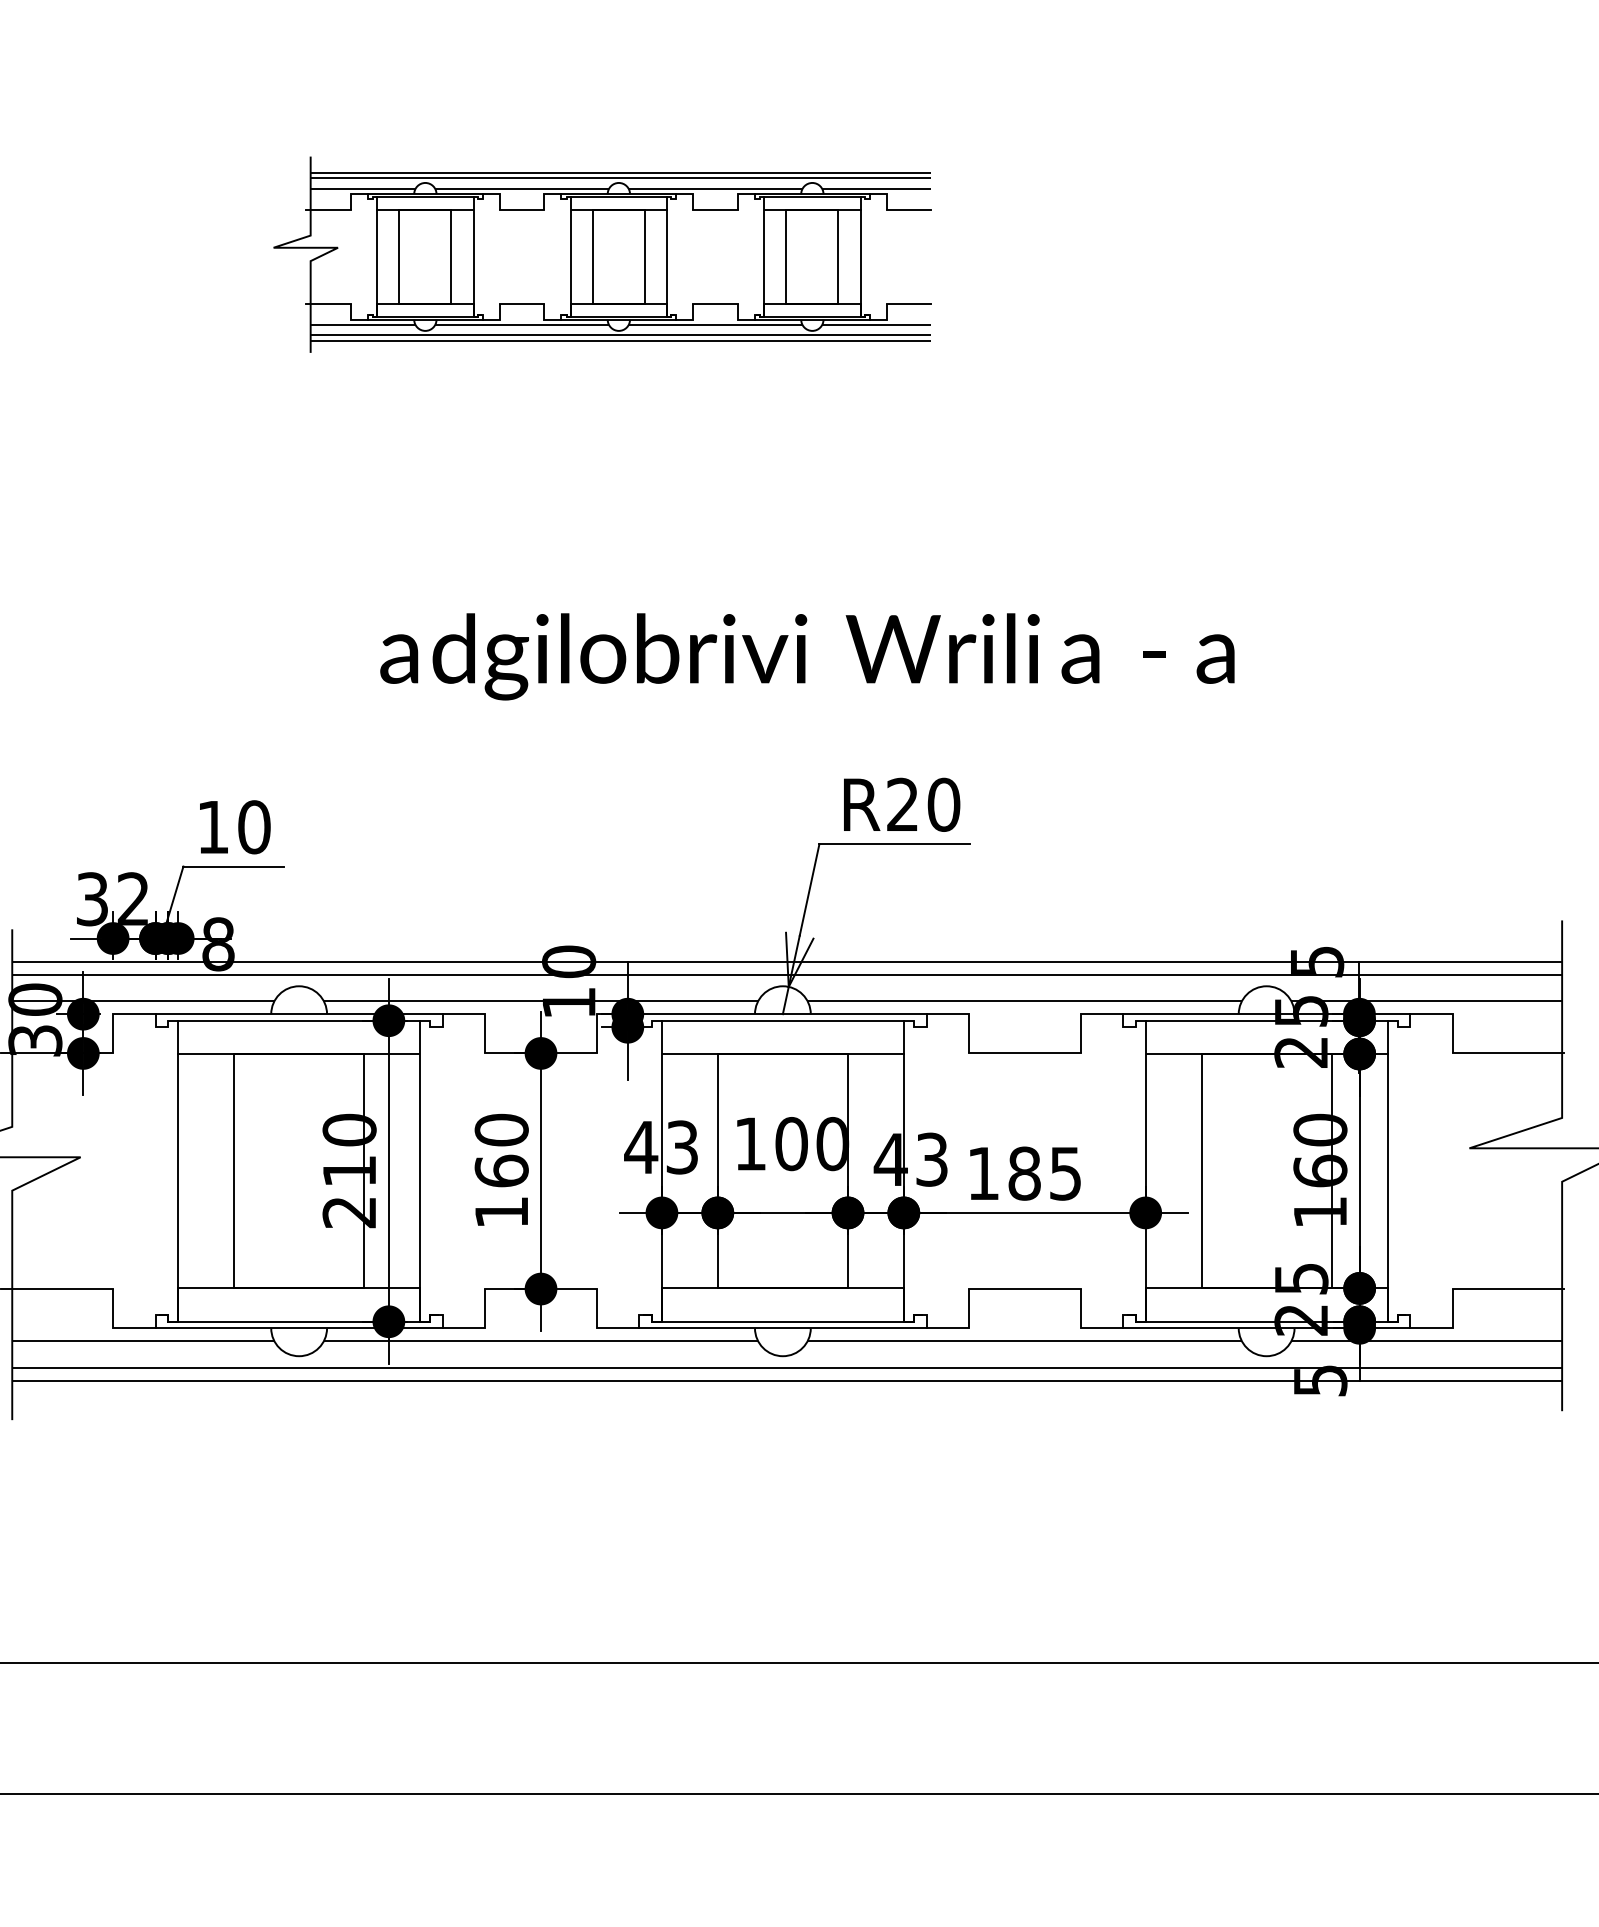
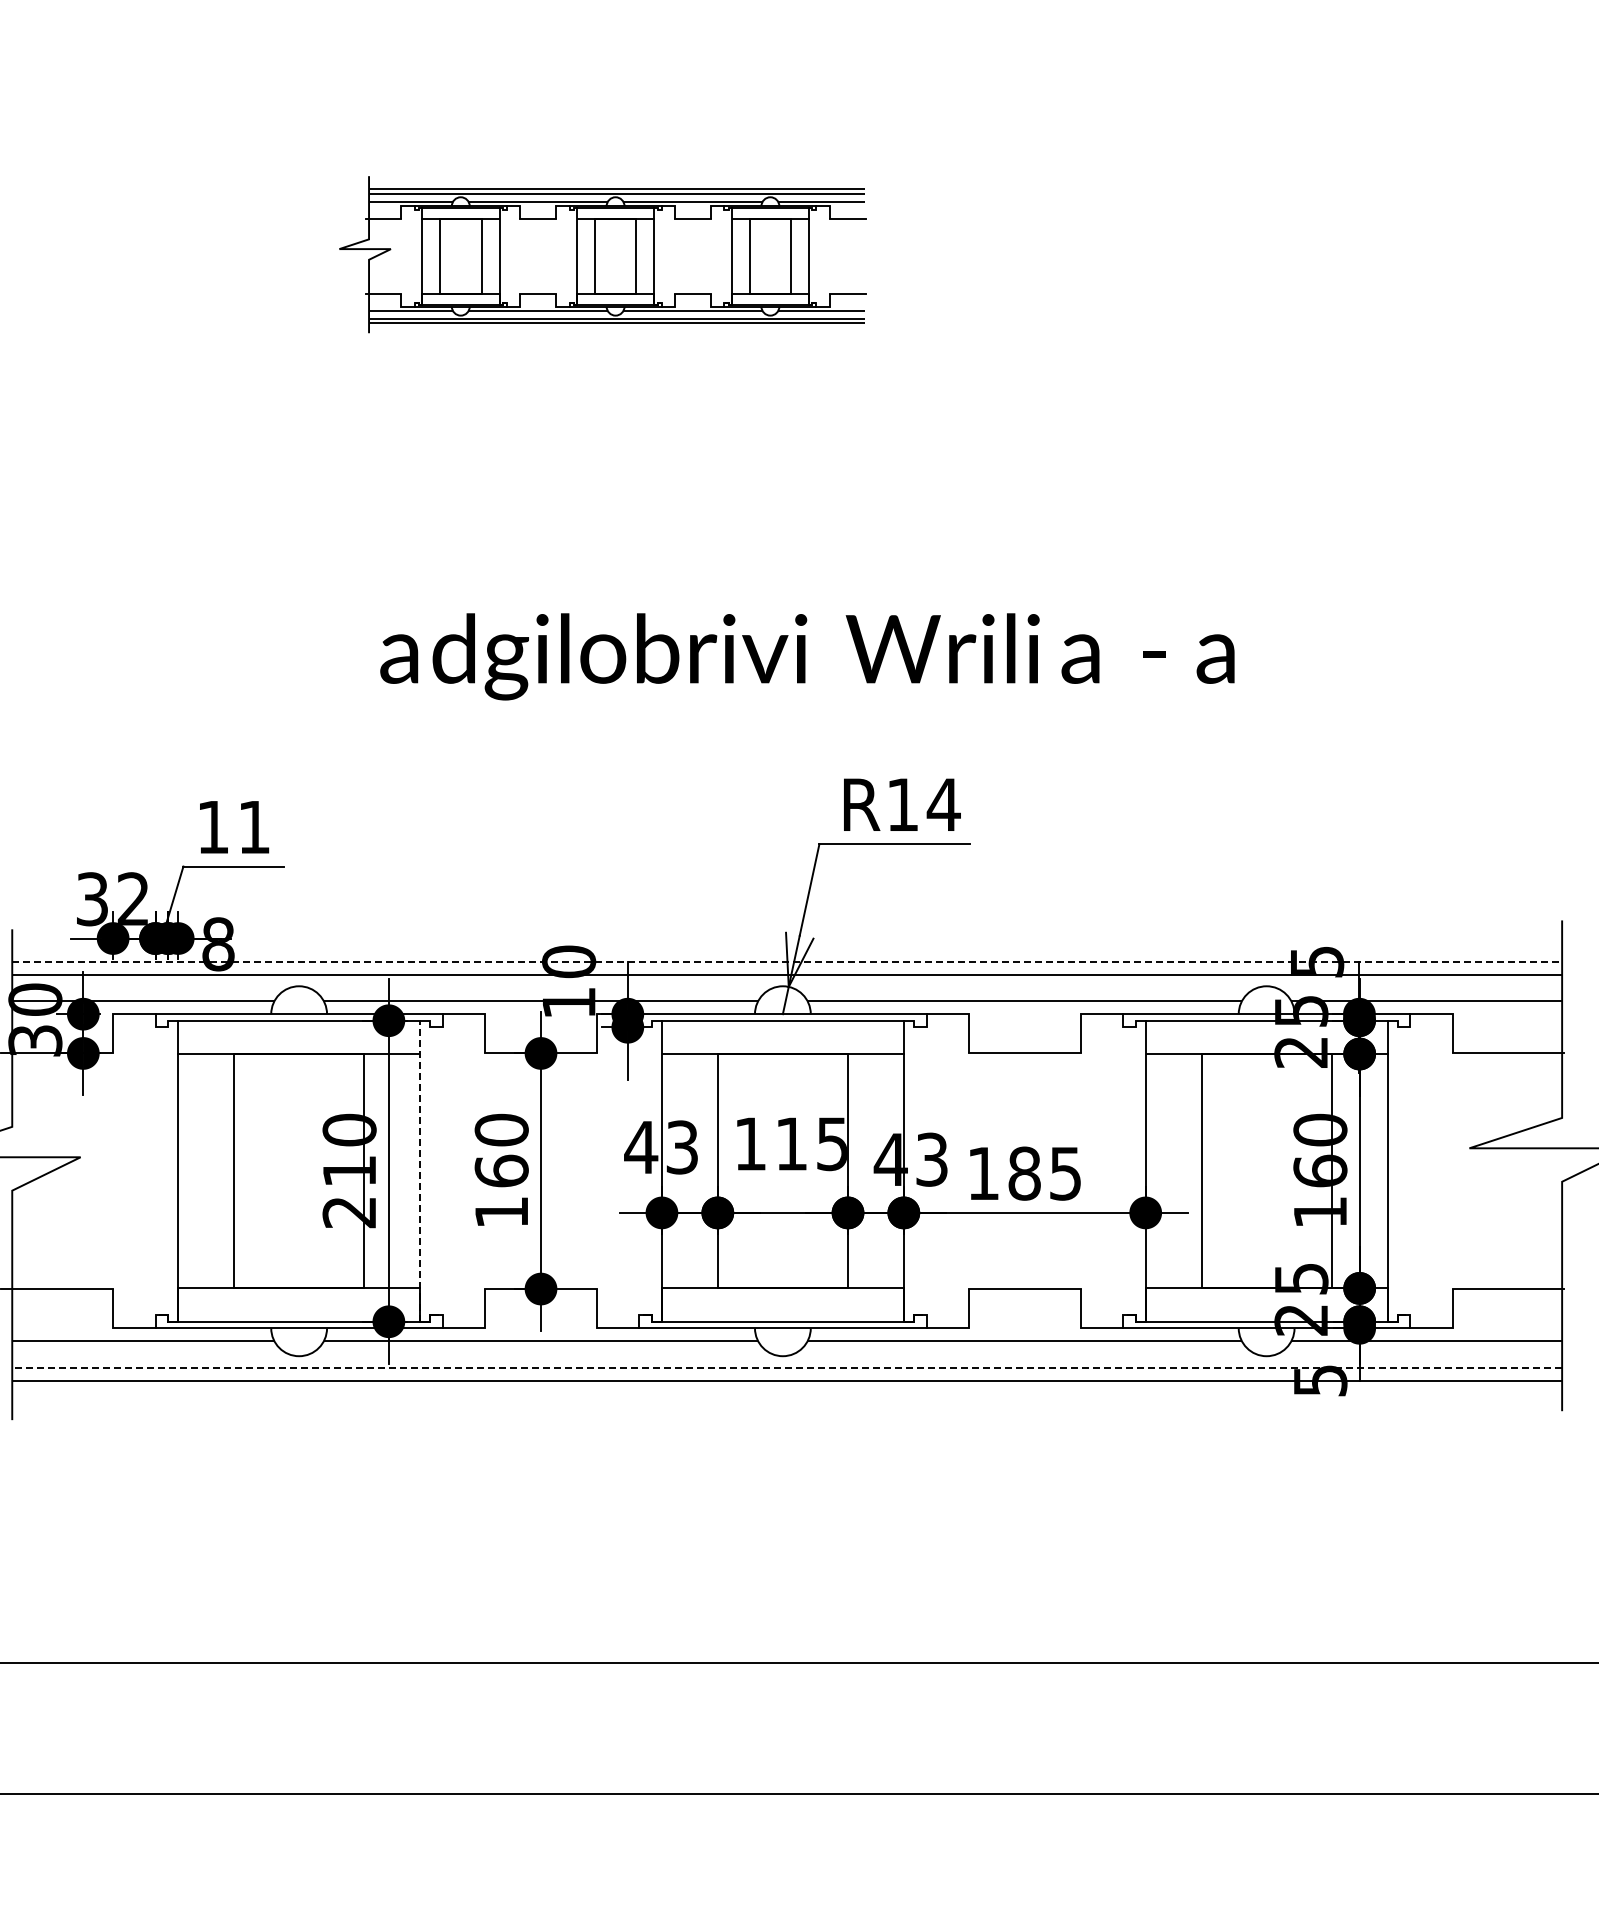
part at (602, 254) size: 659x197 px -> 528x158 px
text at (923, 804): R20 -> R14
text at (254, 827): 10 -> 11
line at (787, 961): solid -> dashed
text at (812, 1144): 100 -> 115
line at (420, 1171): solid -> dashed
line at (787, 1367): solid -> dashed
